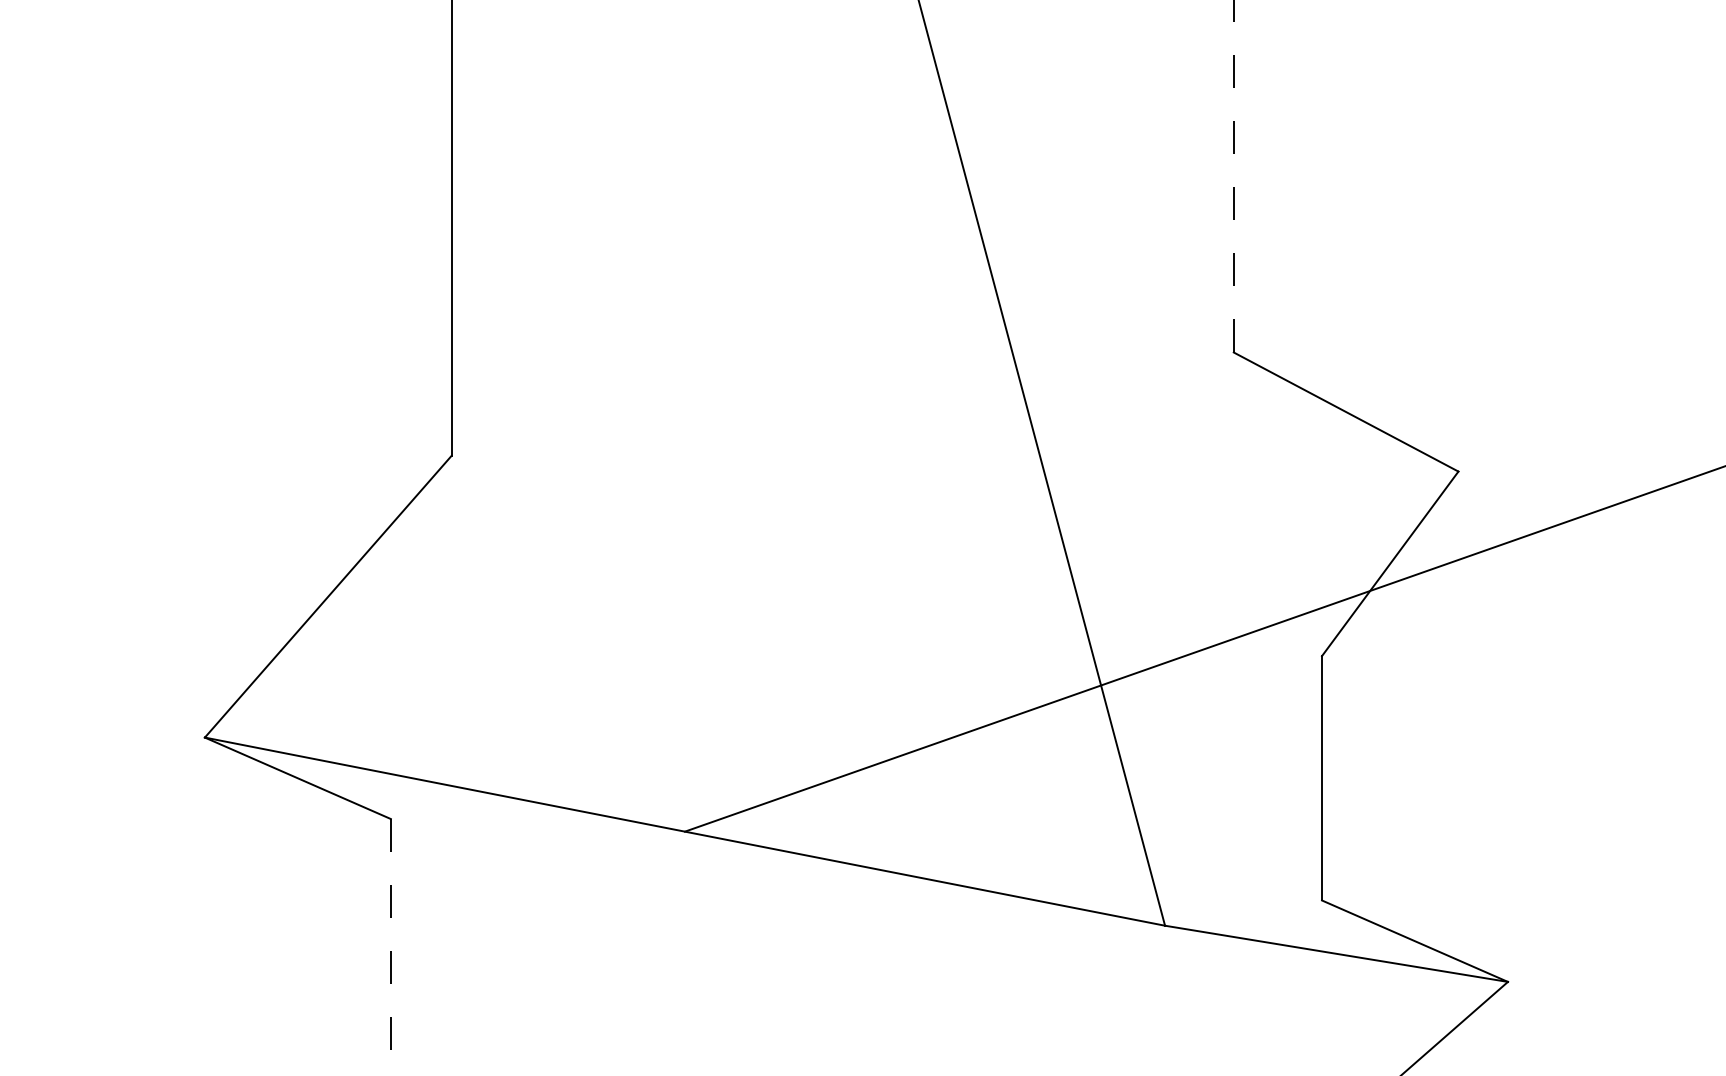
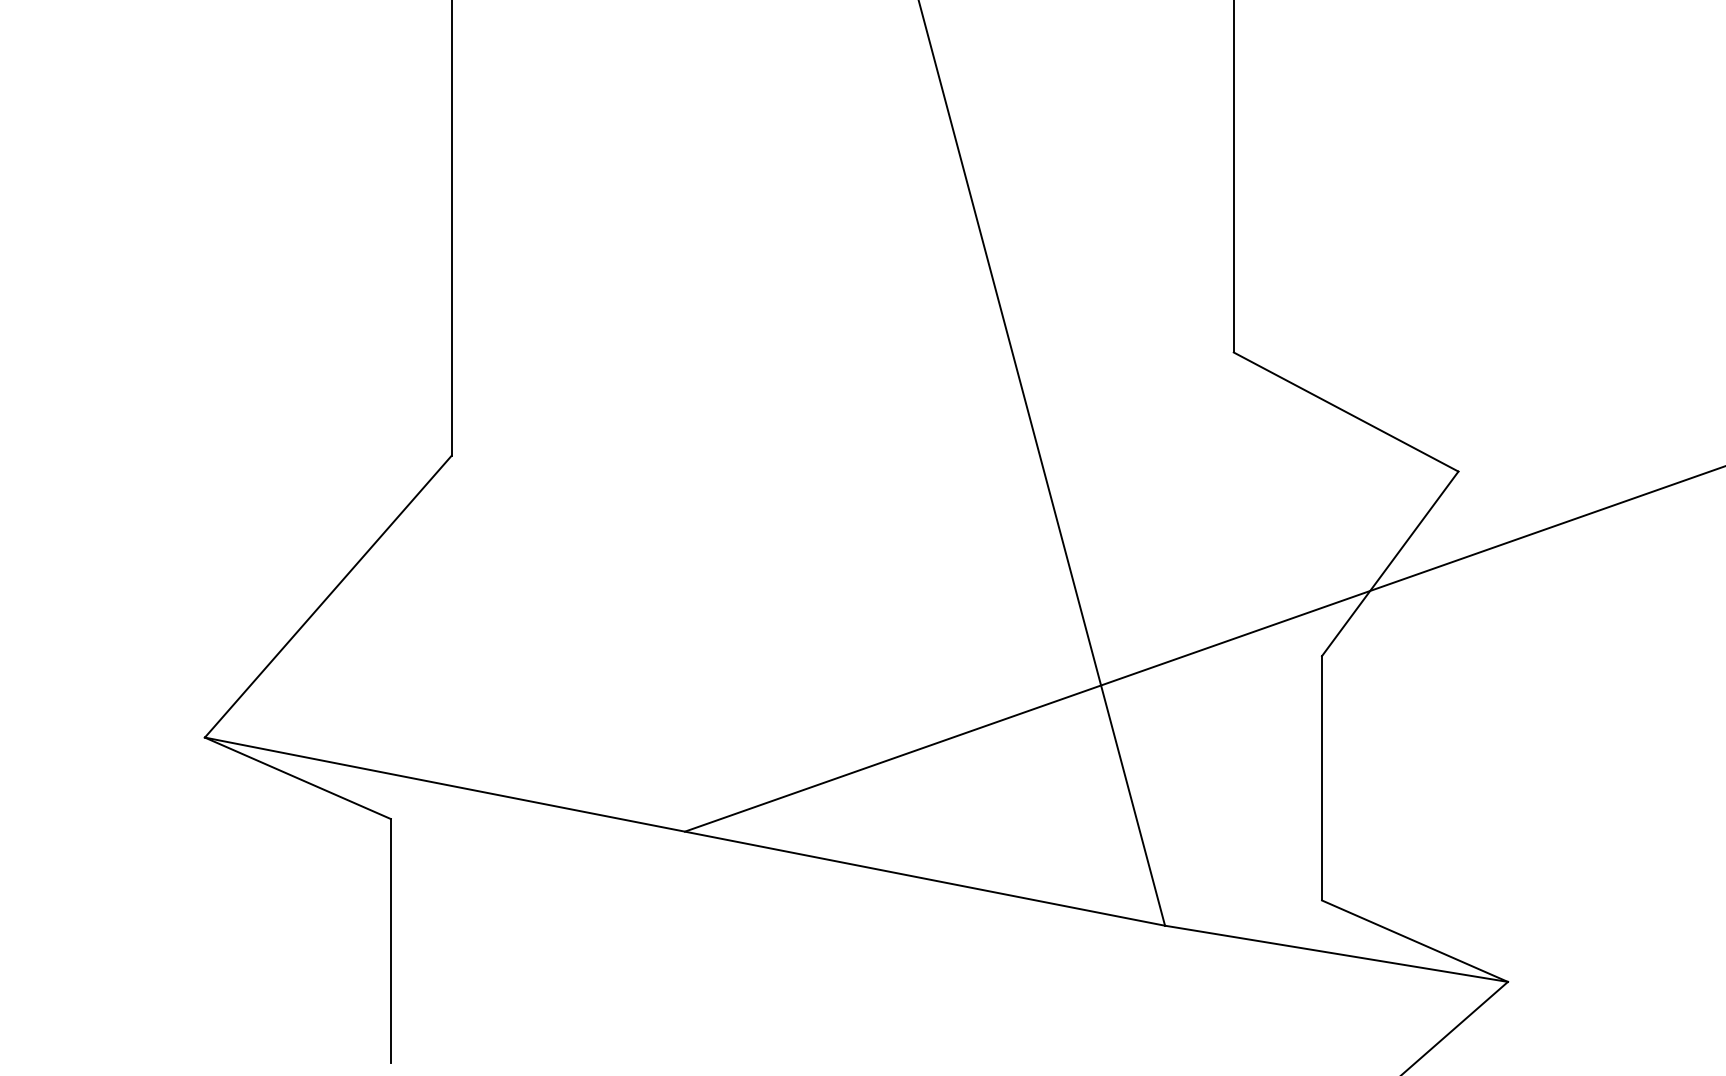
line at (1233, 176): dashed -> solid
line at (390, 941): dashed -> solid
